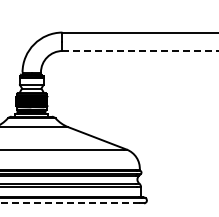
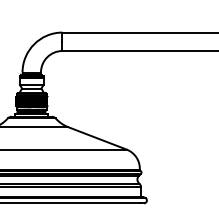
line at (141, 51): dashed -> solid
line at (70, 203): dashed -> solid
